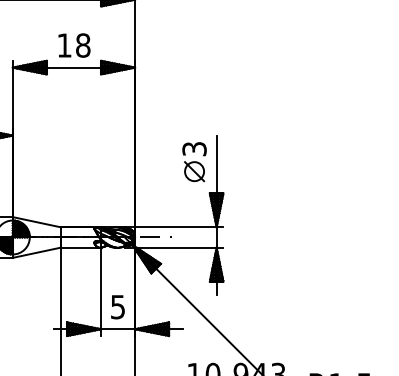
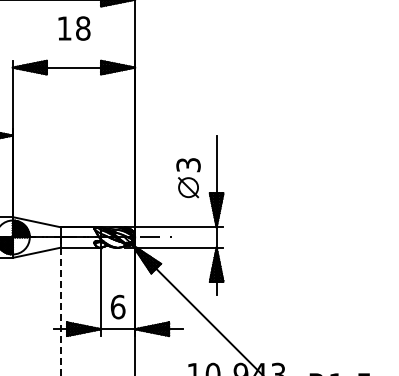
text at (74, 45) position: (74, 45) -> (74, 28)
part at (194, 162) position: (194, 162) -> (188, 178)
line at (60, 306): solid -> dashed
text at (117, 306): 5 -> 6
